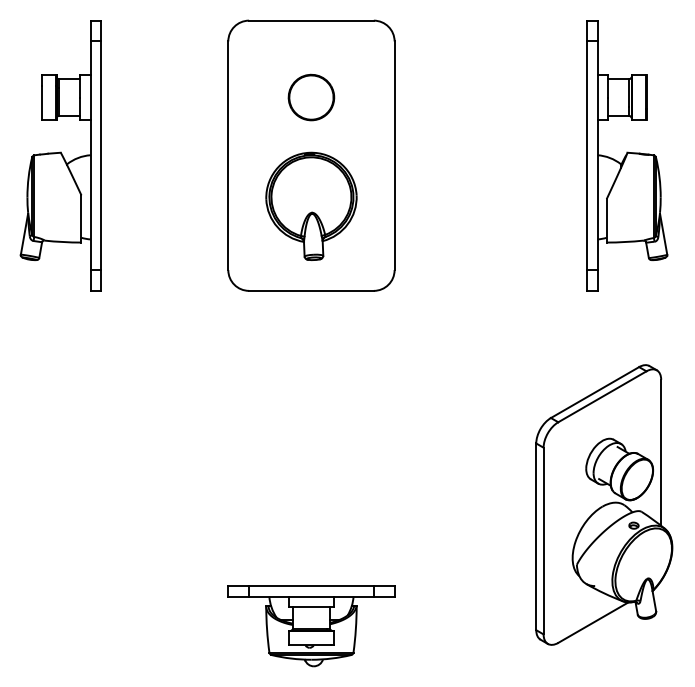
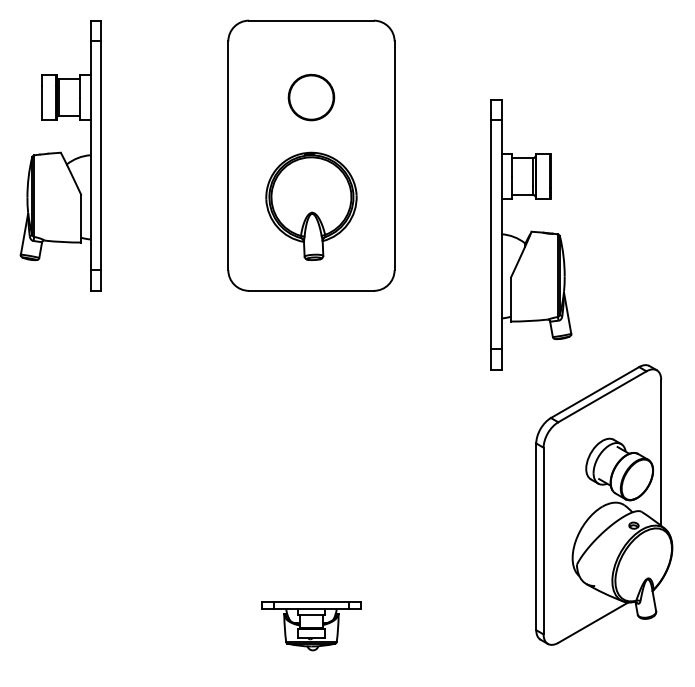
part at (627, 155) position: (627, 155) -> (531, 234)
part at (311, 626) size: 169x83 px -> 101x51 px
